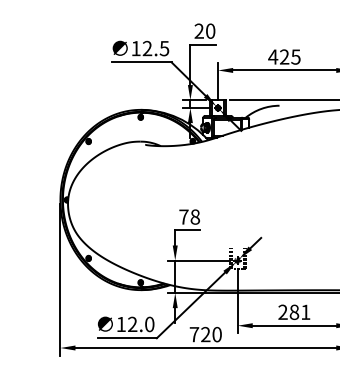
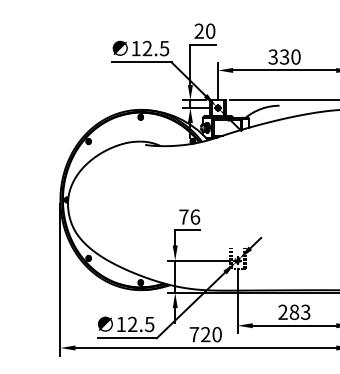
text at (284, 56): 425 -> 330
text at (195, 216): 78 -> 76
text at (305, 312): 281 -> 283
text at (149, 324): 12.0 -> 12.5
